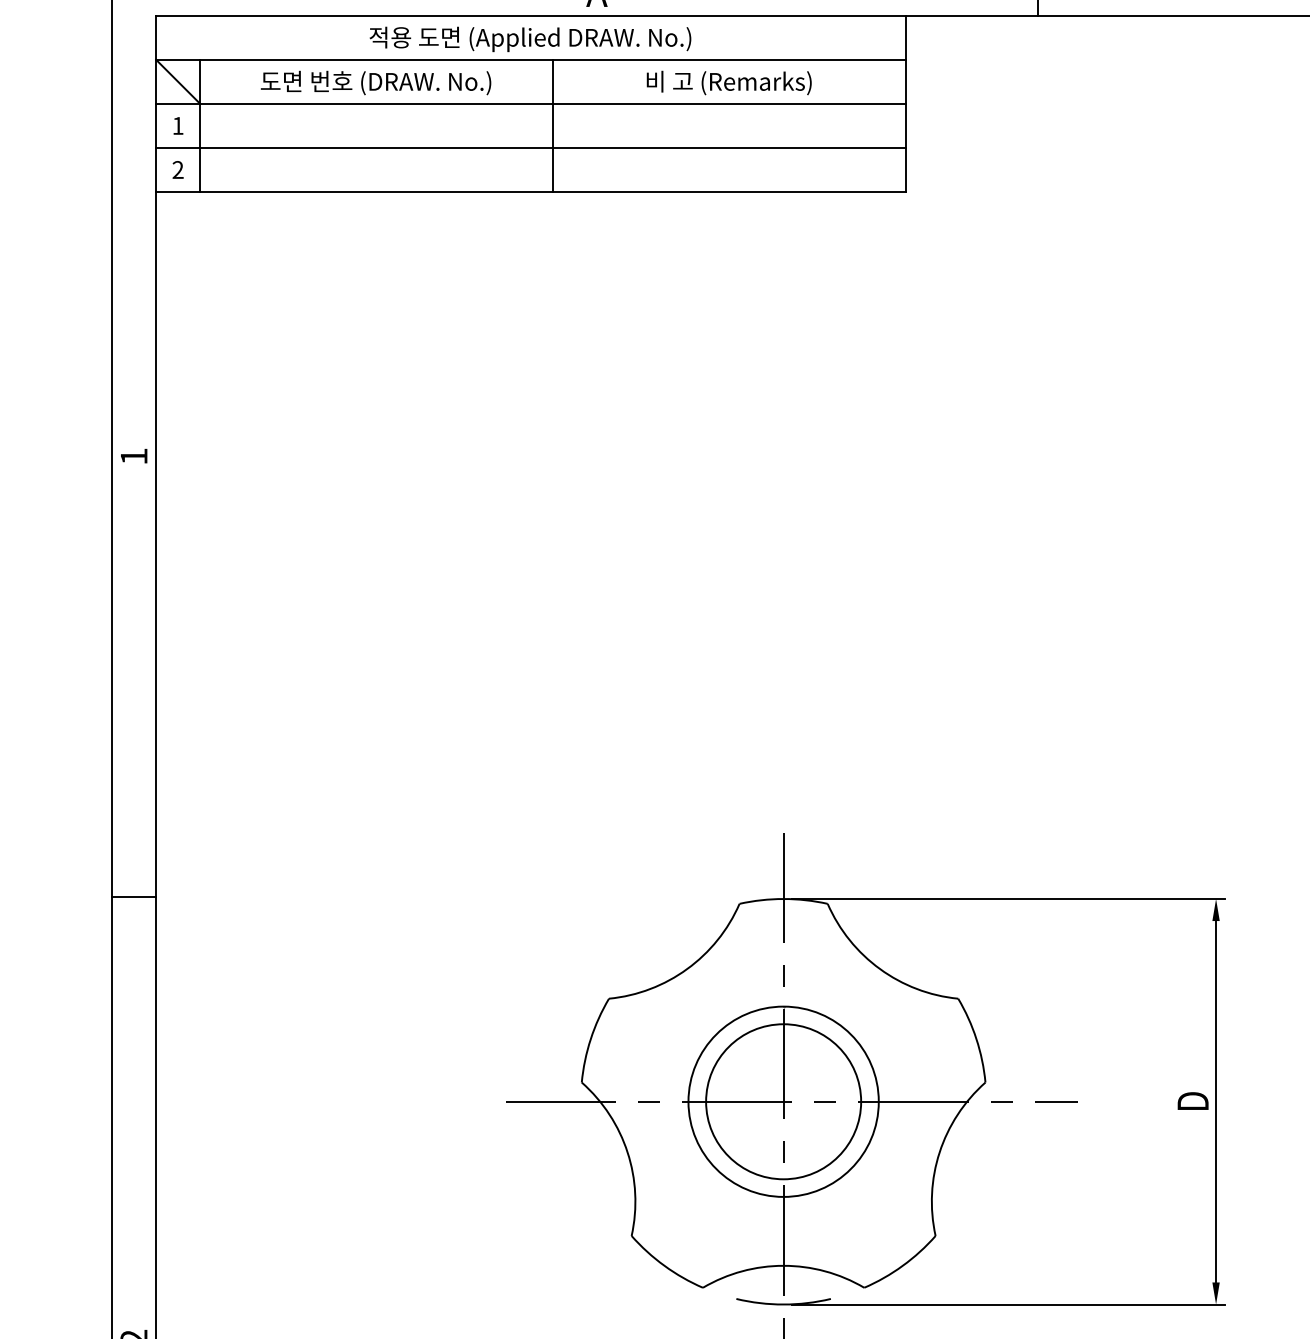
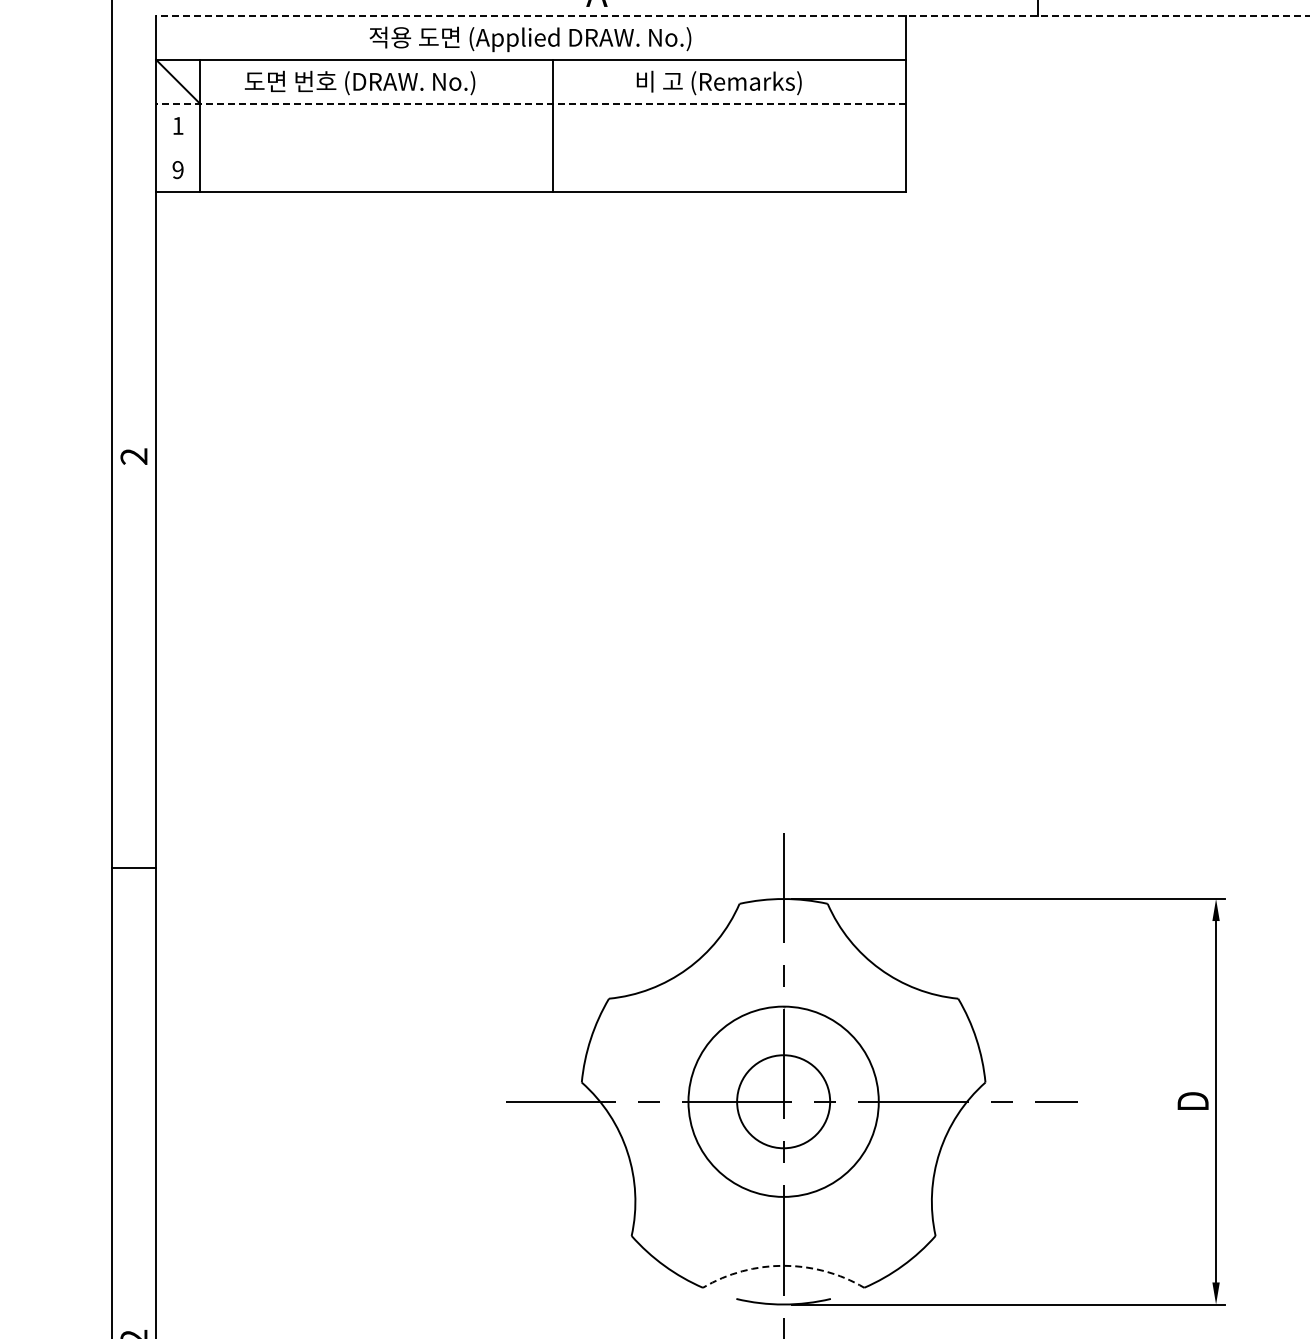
line at (733, 15): solid -> dashed
text at (376, 82) position: (376, 82) -> (360, 82)
text at (728, 82) position: (728, 82) -> (718, 82)
line at (530, 103): solid -> dashed
line at (530, 148): present -> none
text at (177, 170): 2 -> 9
text at (133, 456): 1 -> 2
line at (134, 897) position: (134, 897) -> (134, 868)
circle at (783, 1101) diameter: 155 px -> 93 px
arc at (783, 1265): solid -> dashed
